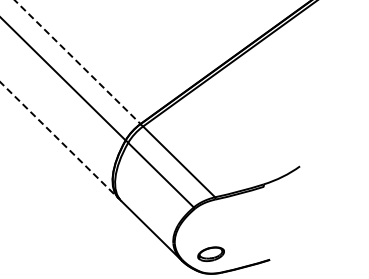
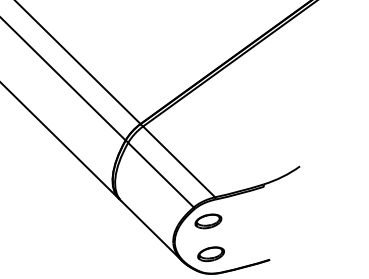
line at (77, 62): dashed -> solid
line at (59, 140): dashed -> solid
part at (208, 221): none -> present
